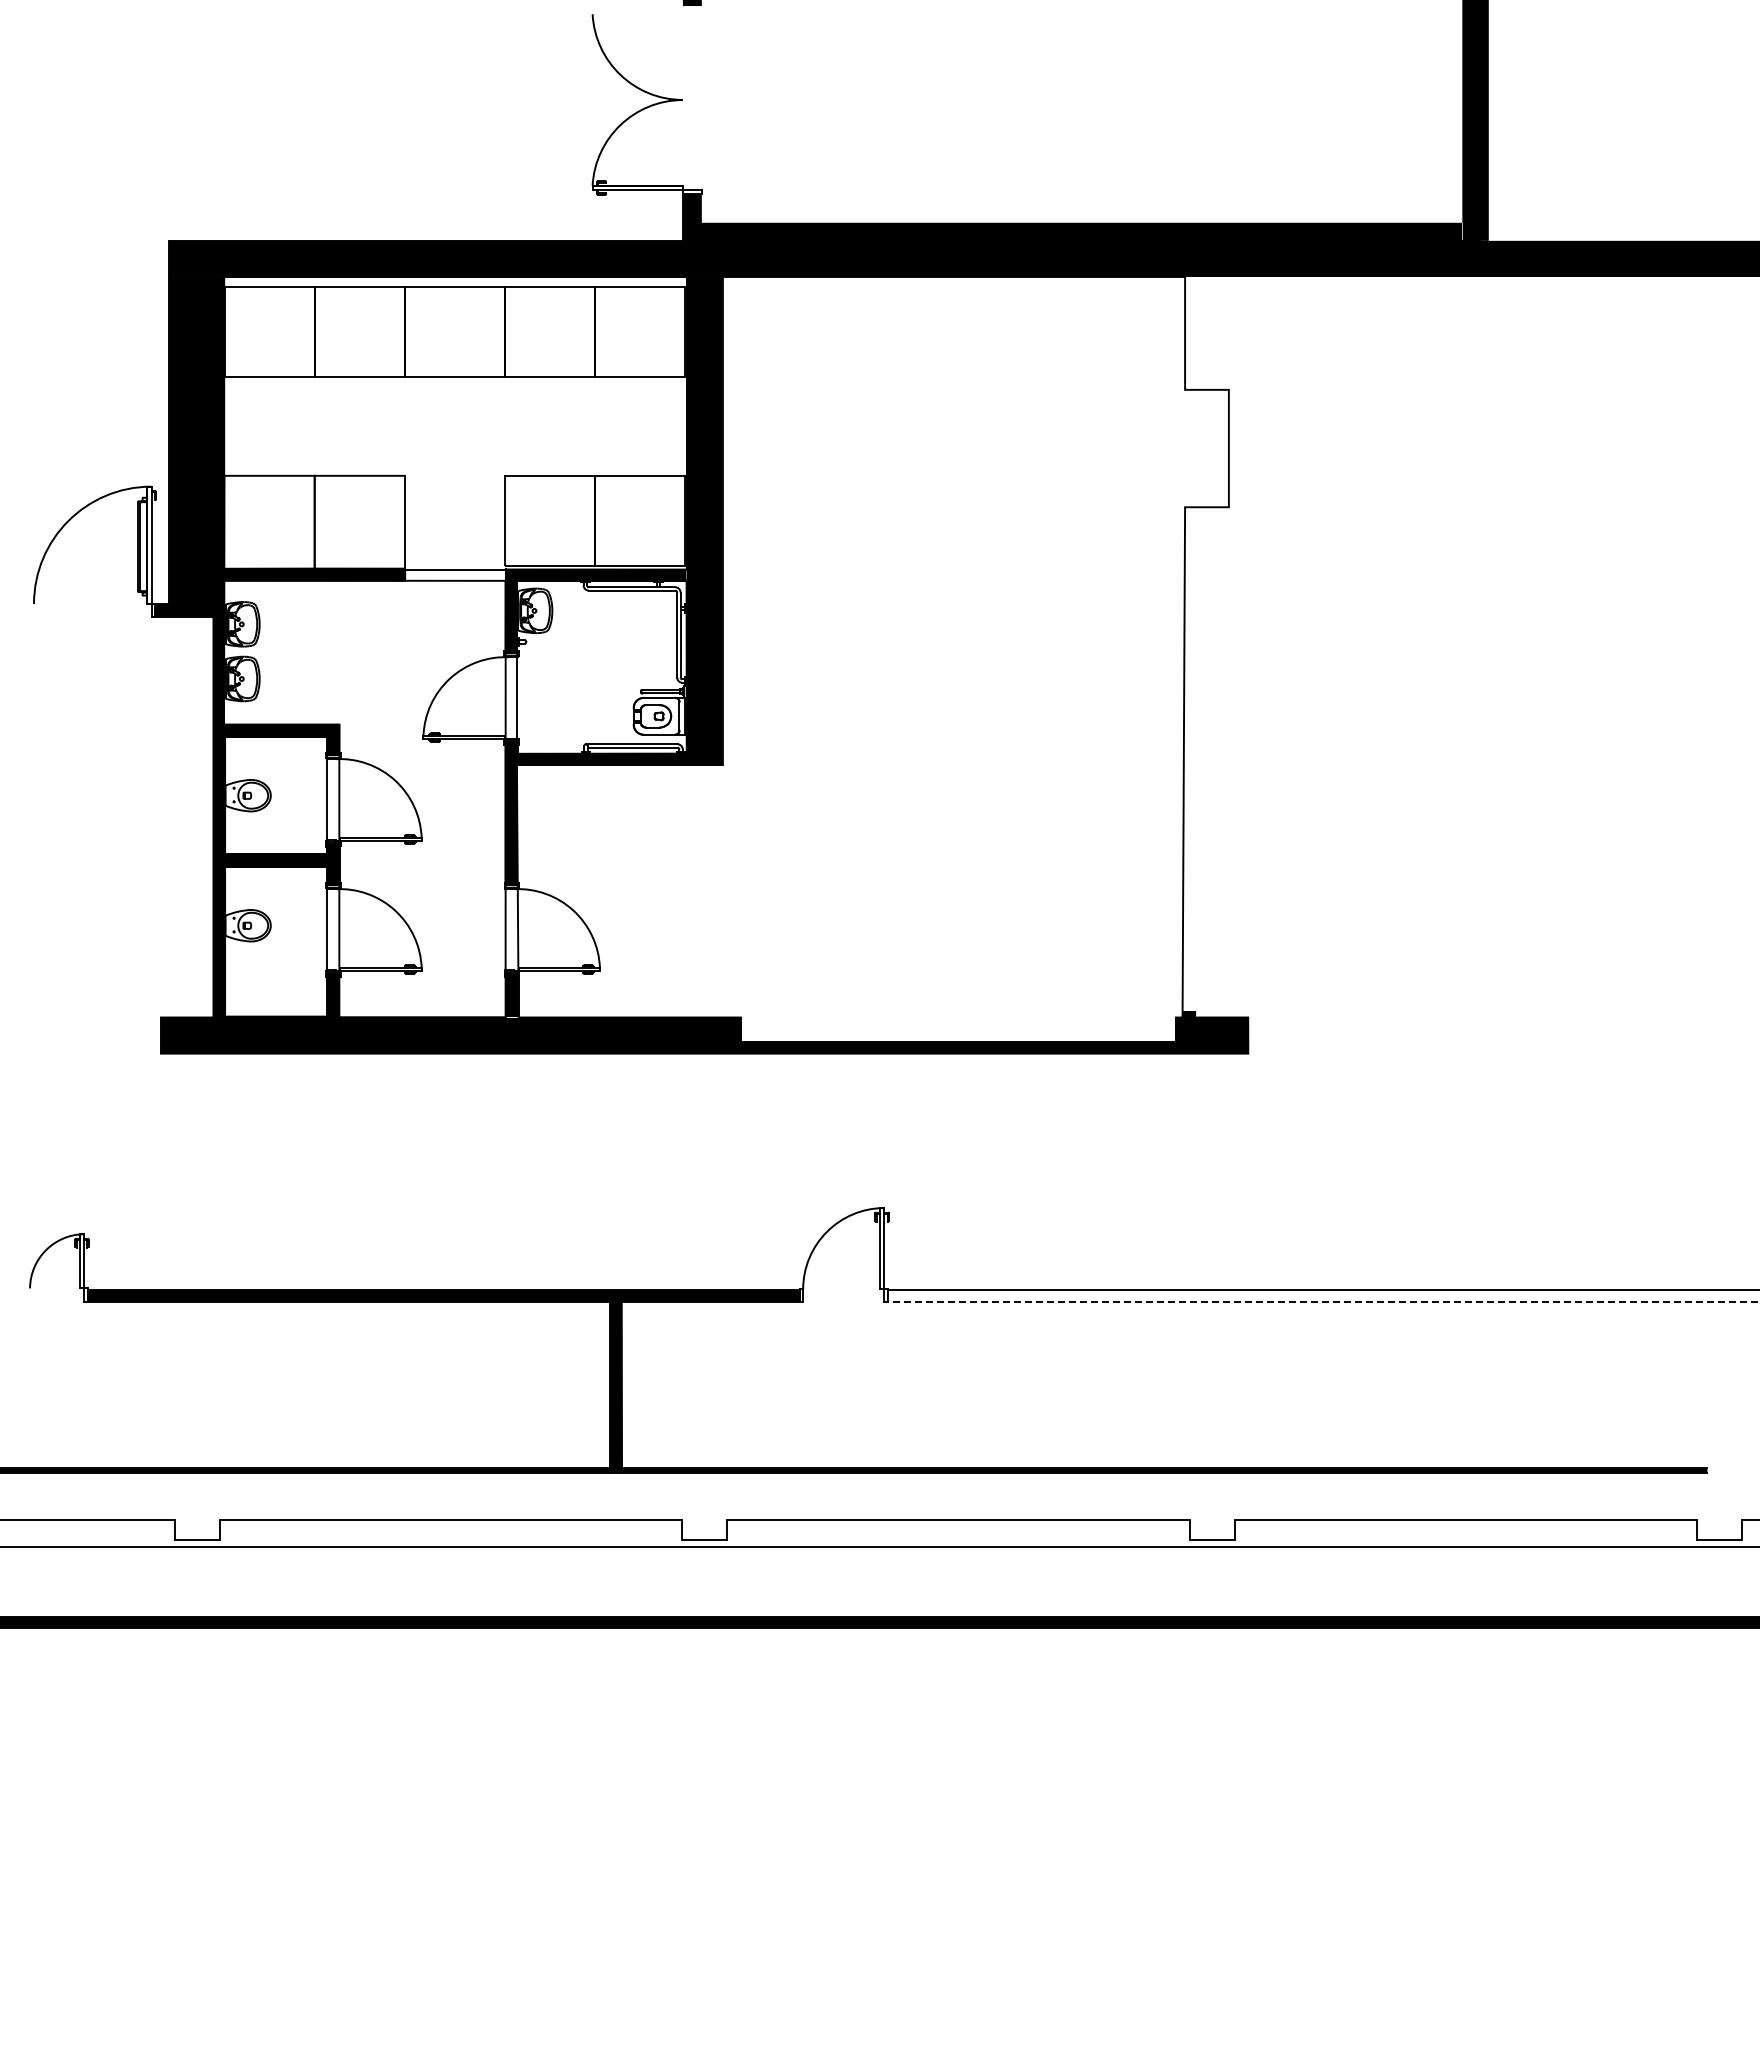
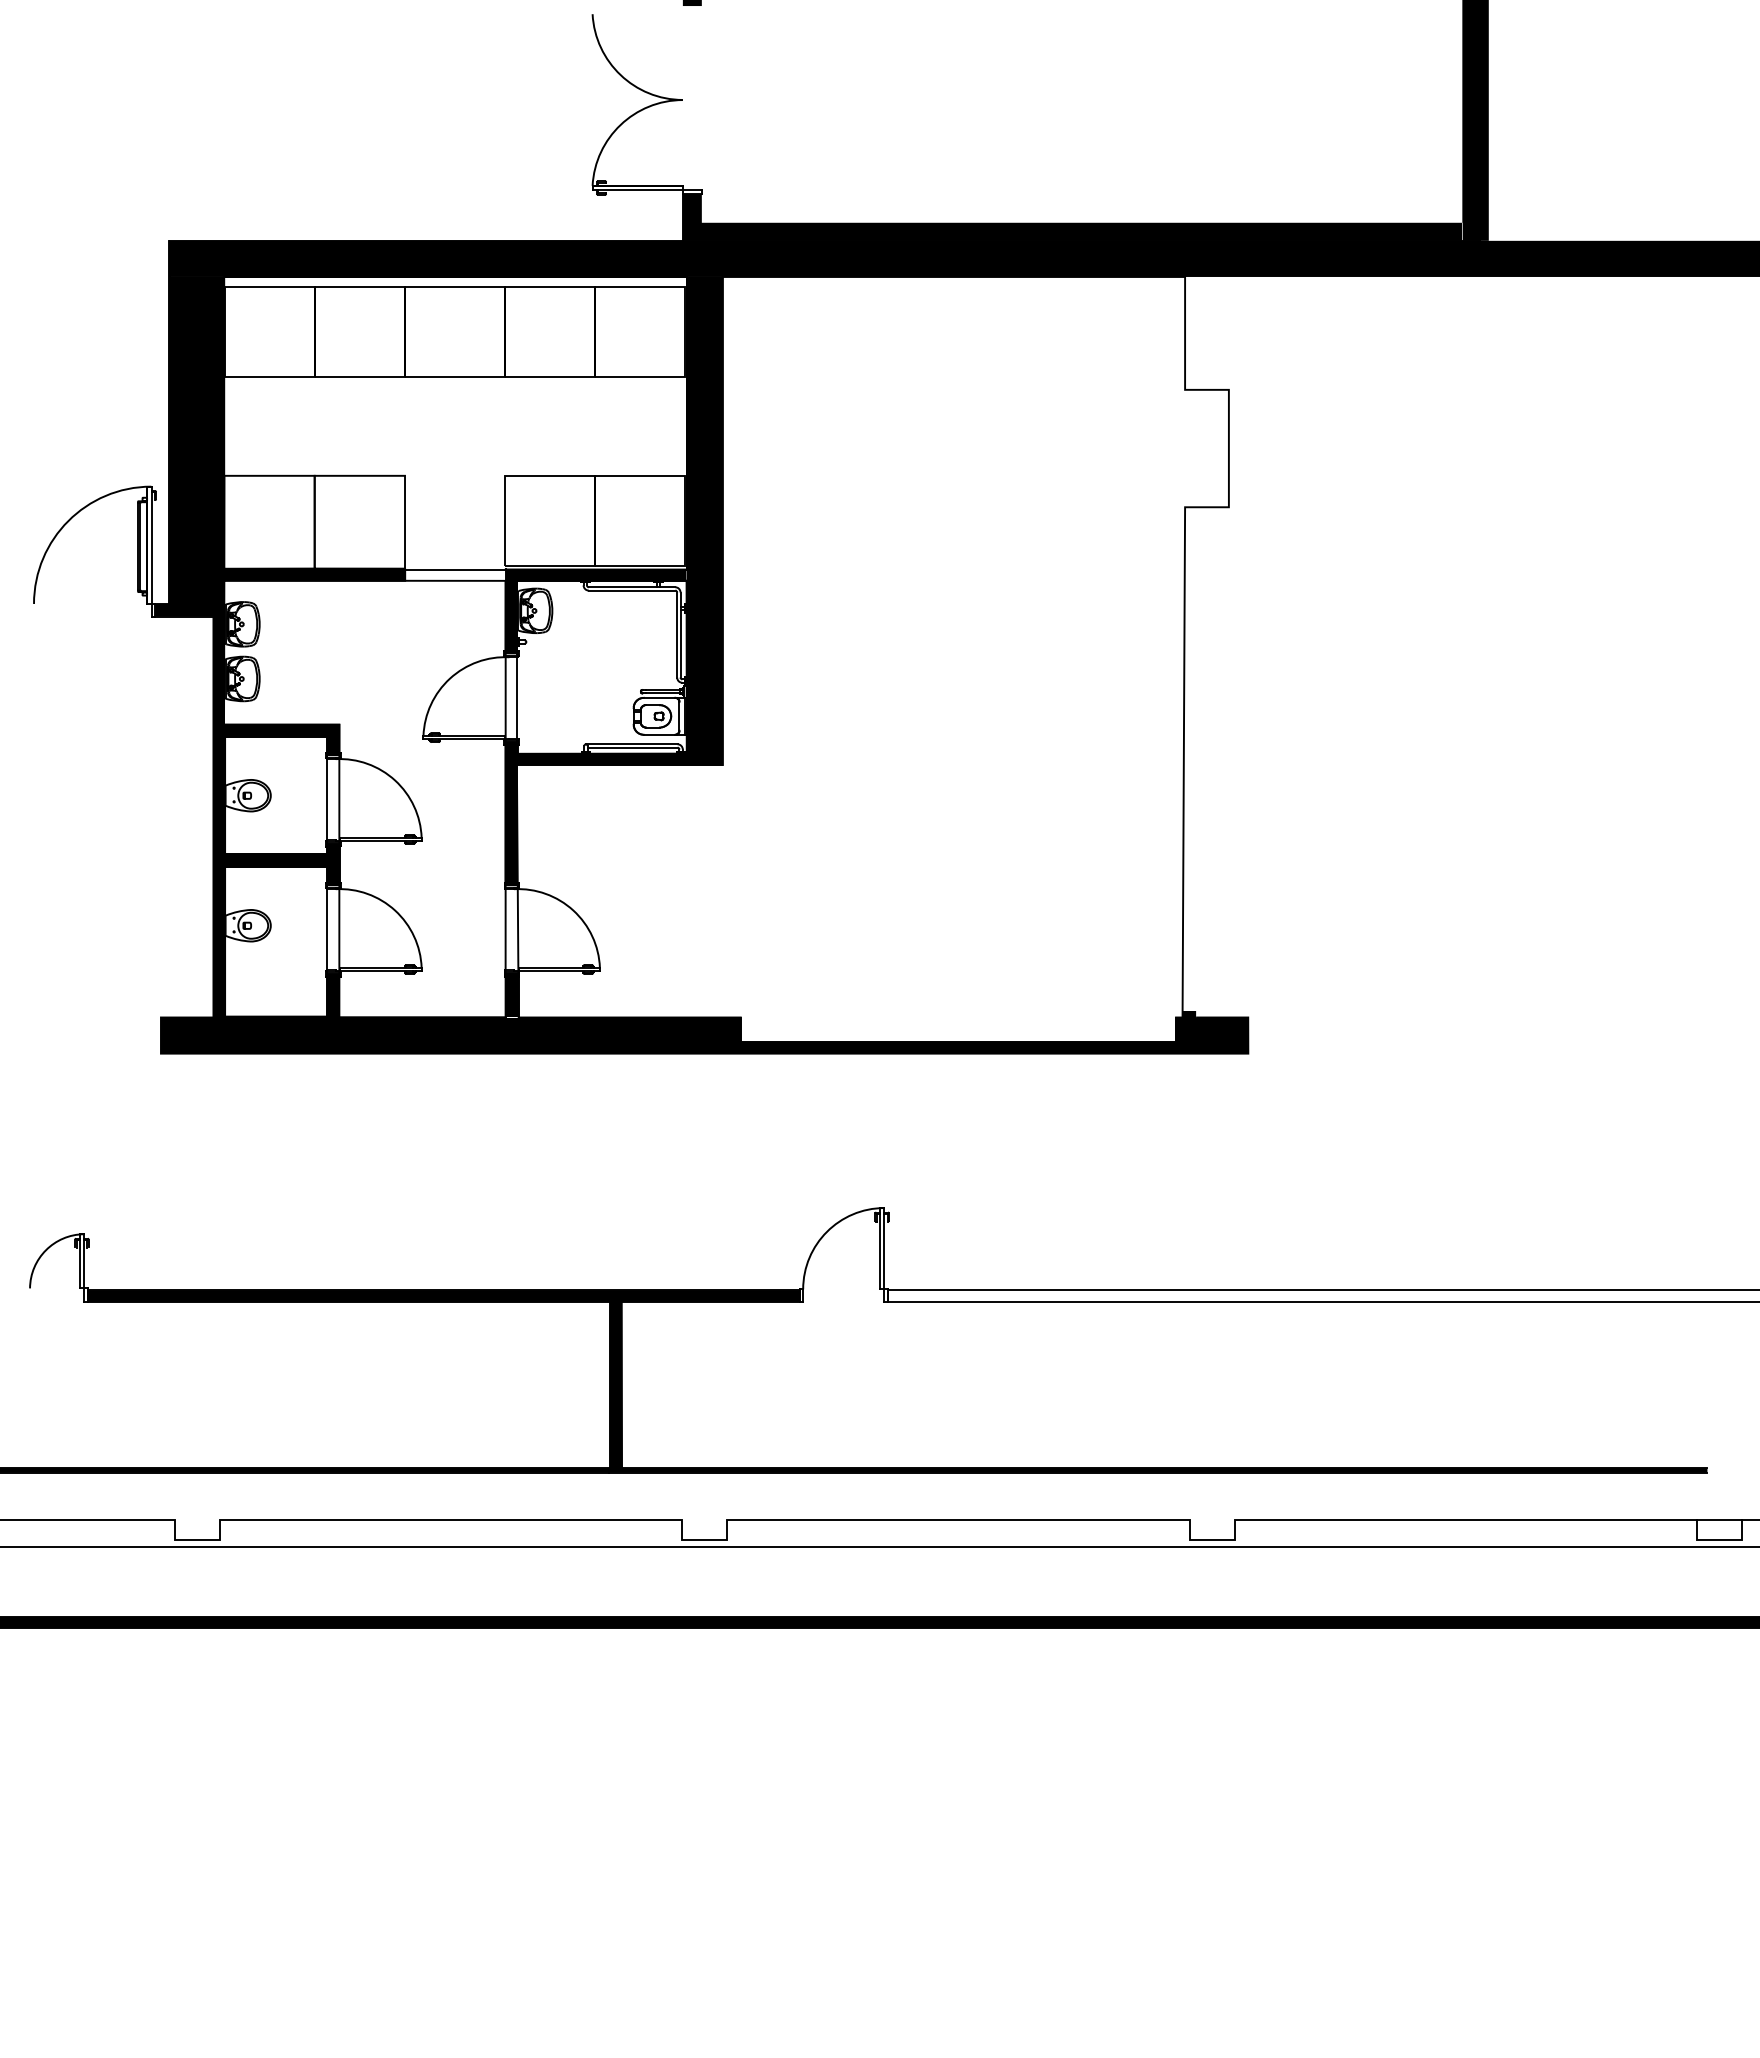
line at (1323, 1301): dashed -> solid
line at (1719, 1520): none -> present
